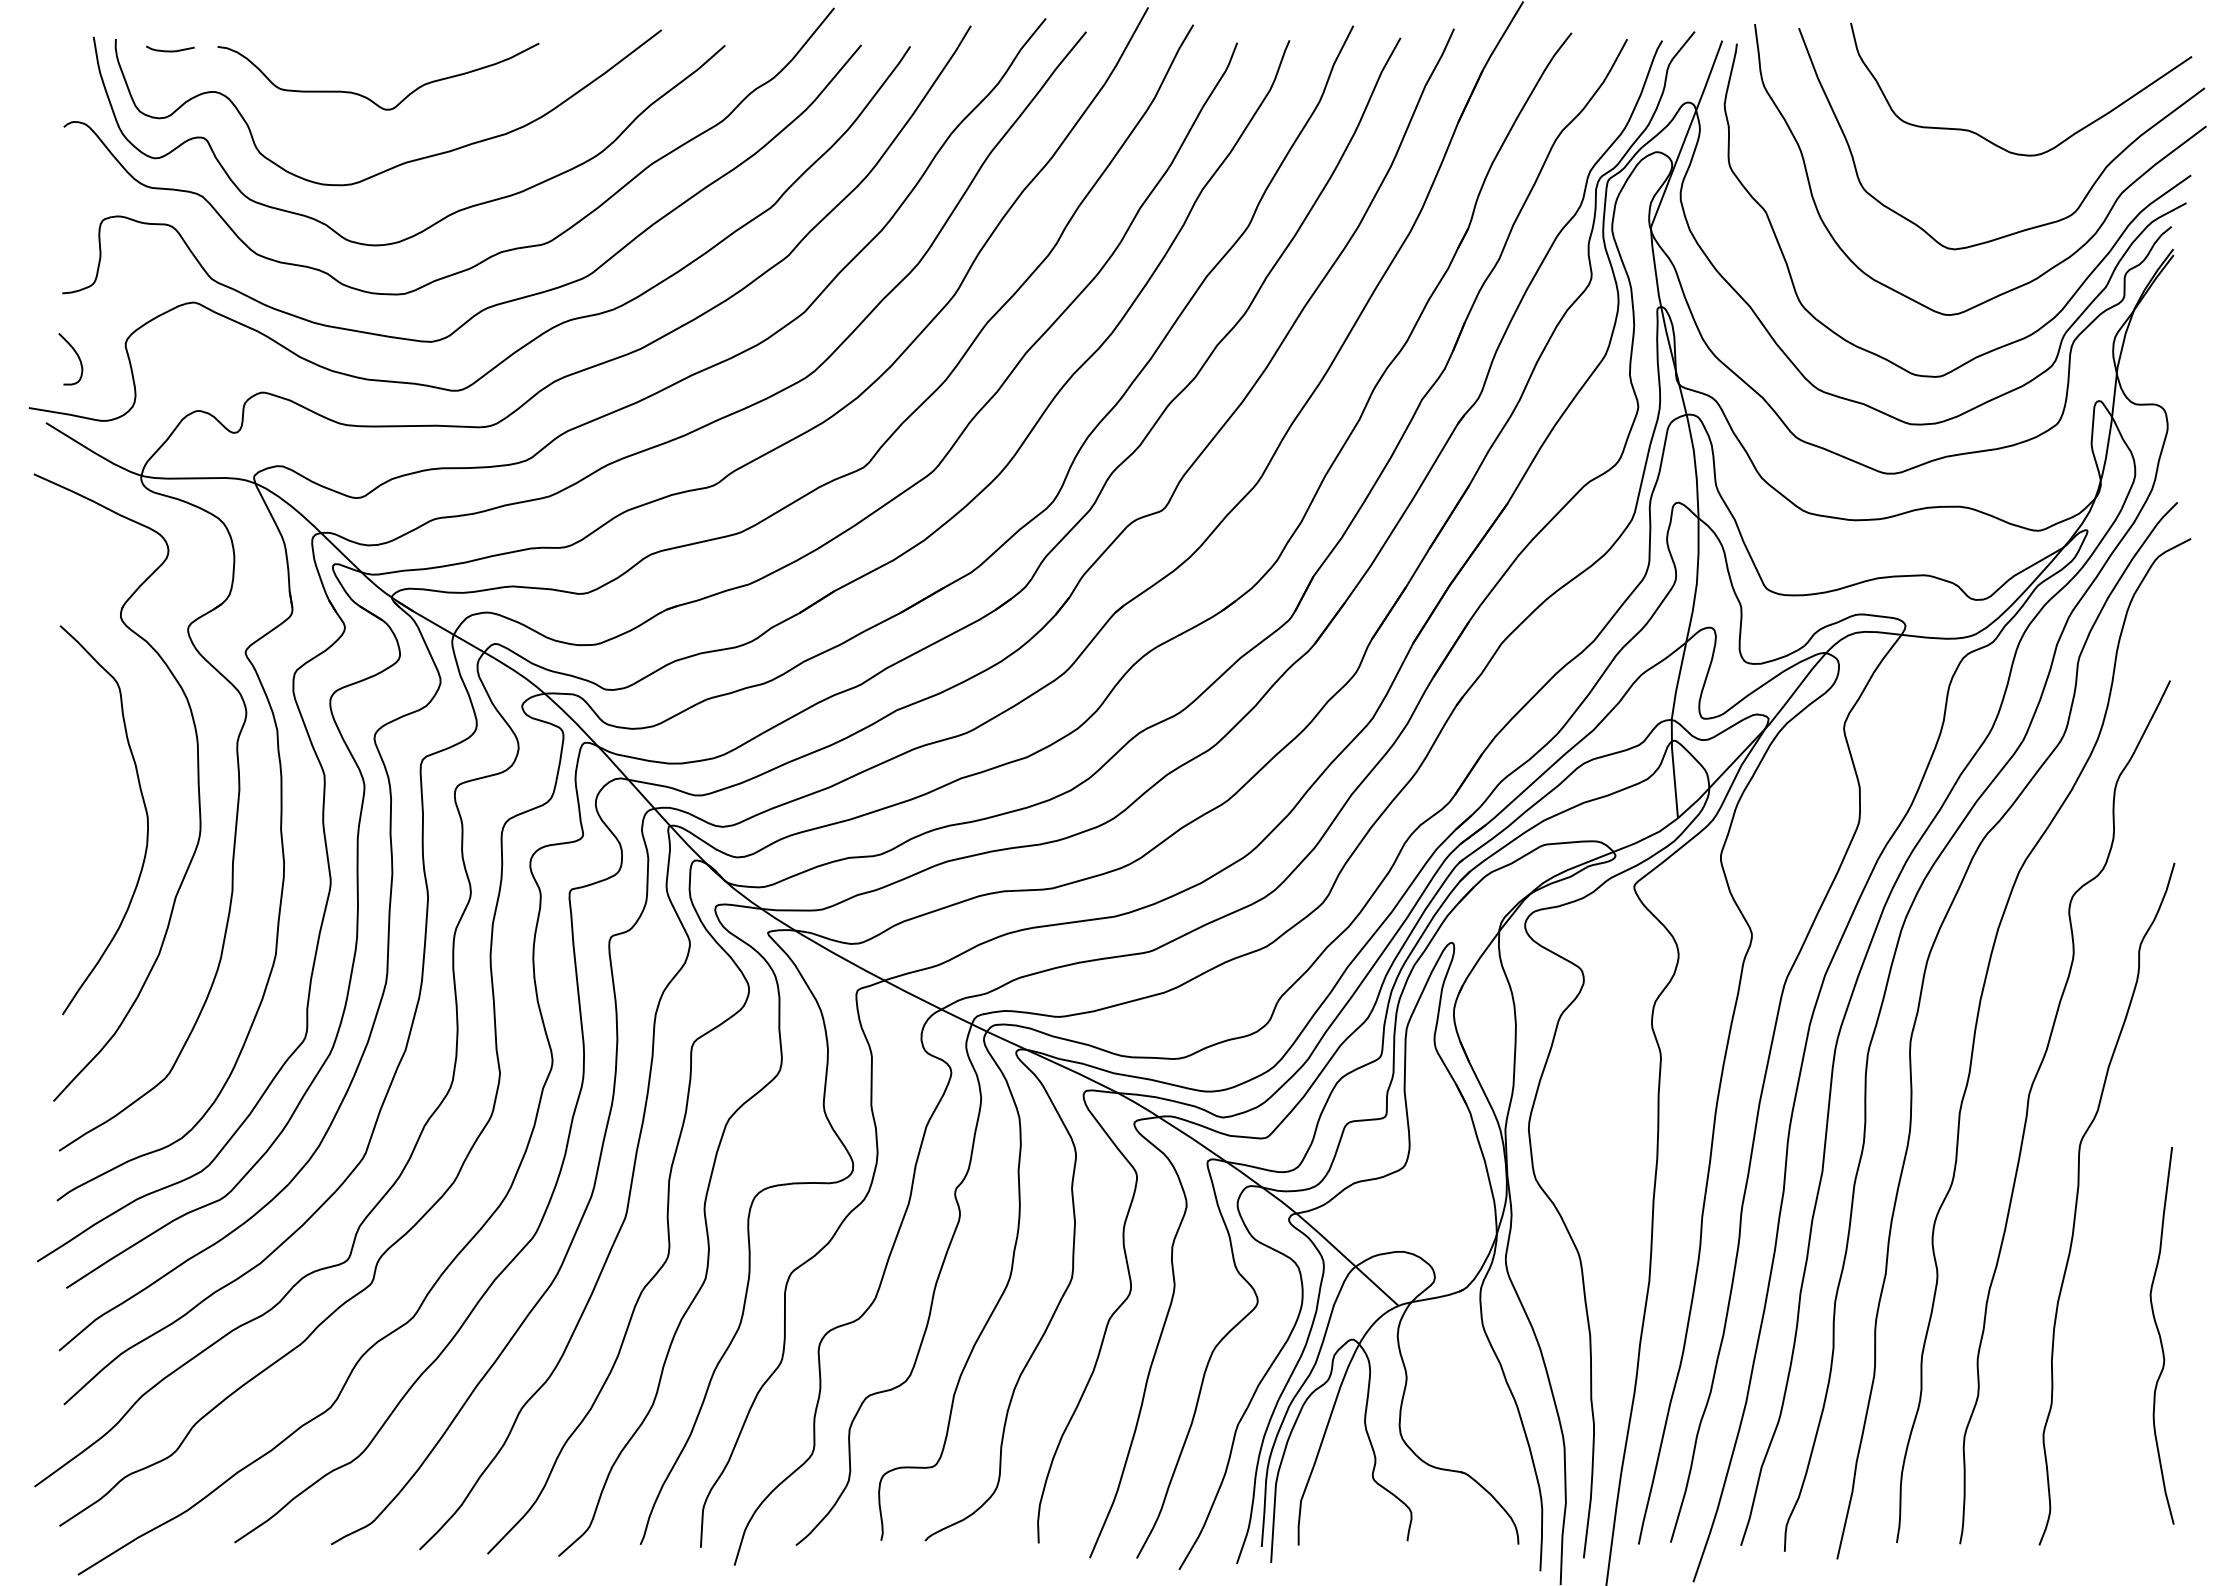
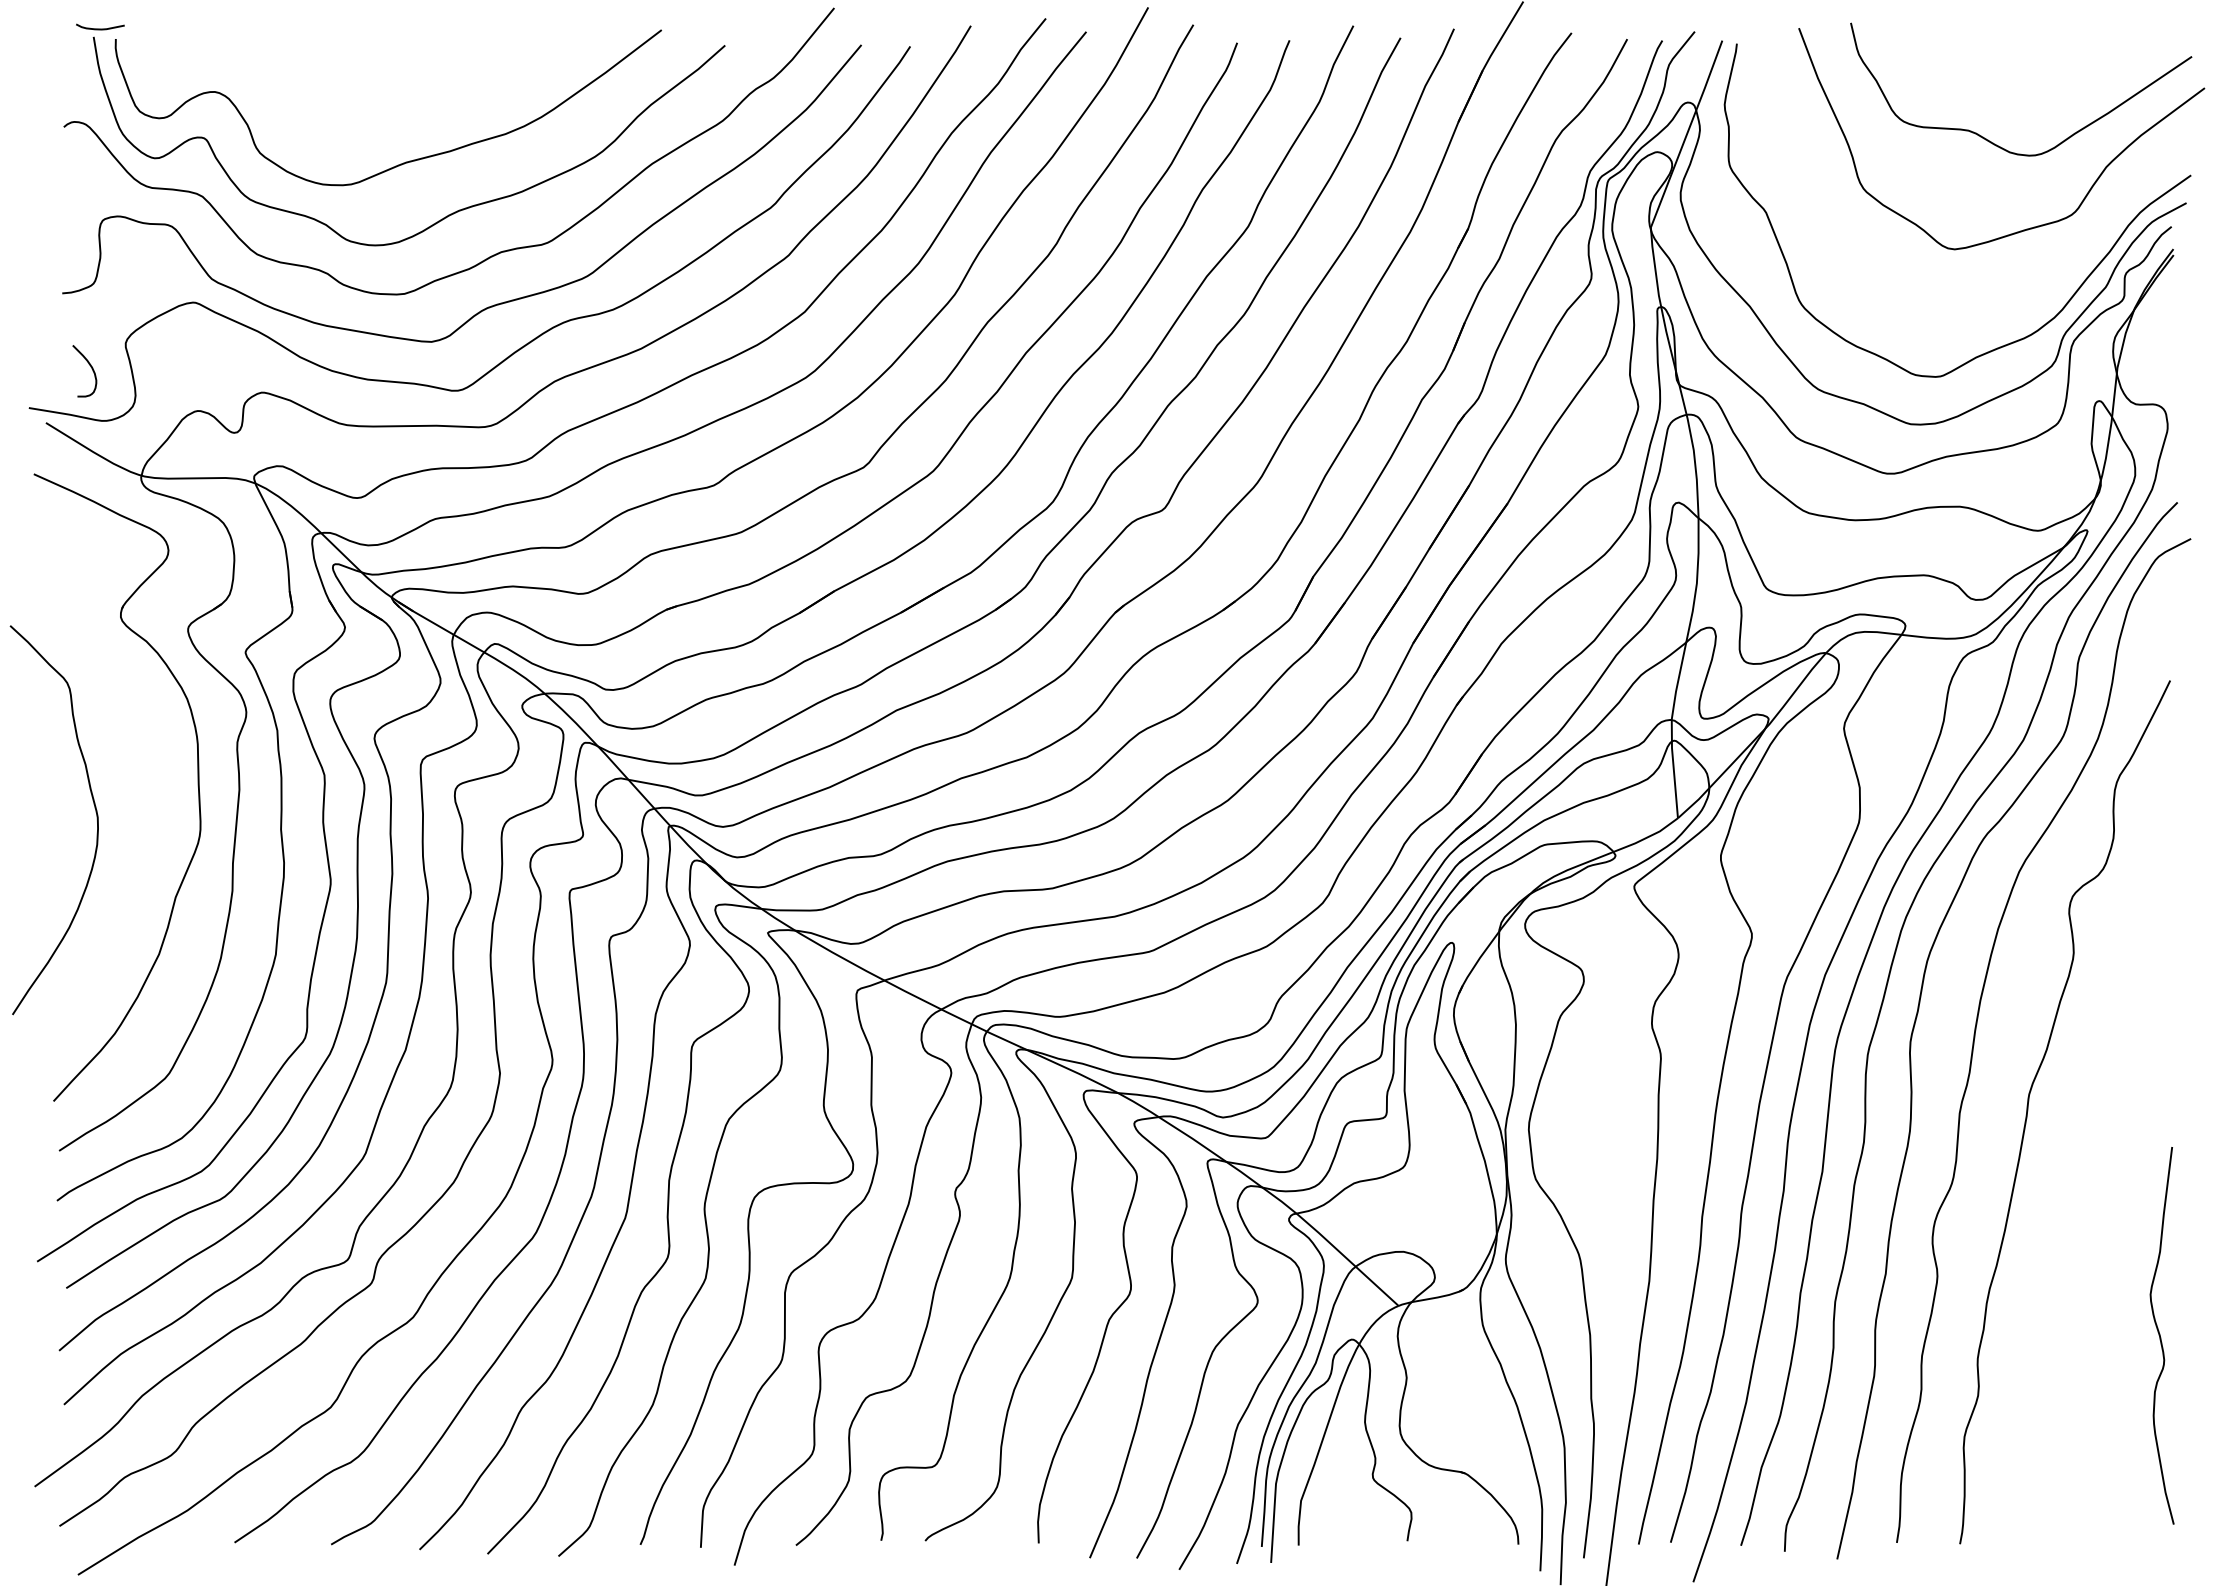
curve at (170, 50) position: (170, 50) -> (100, 28)
curve at (366, 96): present -> none
curve at (2046, 270): present -> none
curve at (76, 355) position: (76, 355) -> (90, 367)
curve at (144, 808) position: (144, 808) -> (94, 808)
curve at (2078, 1196): present -> none
